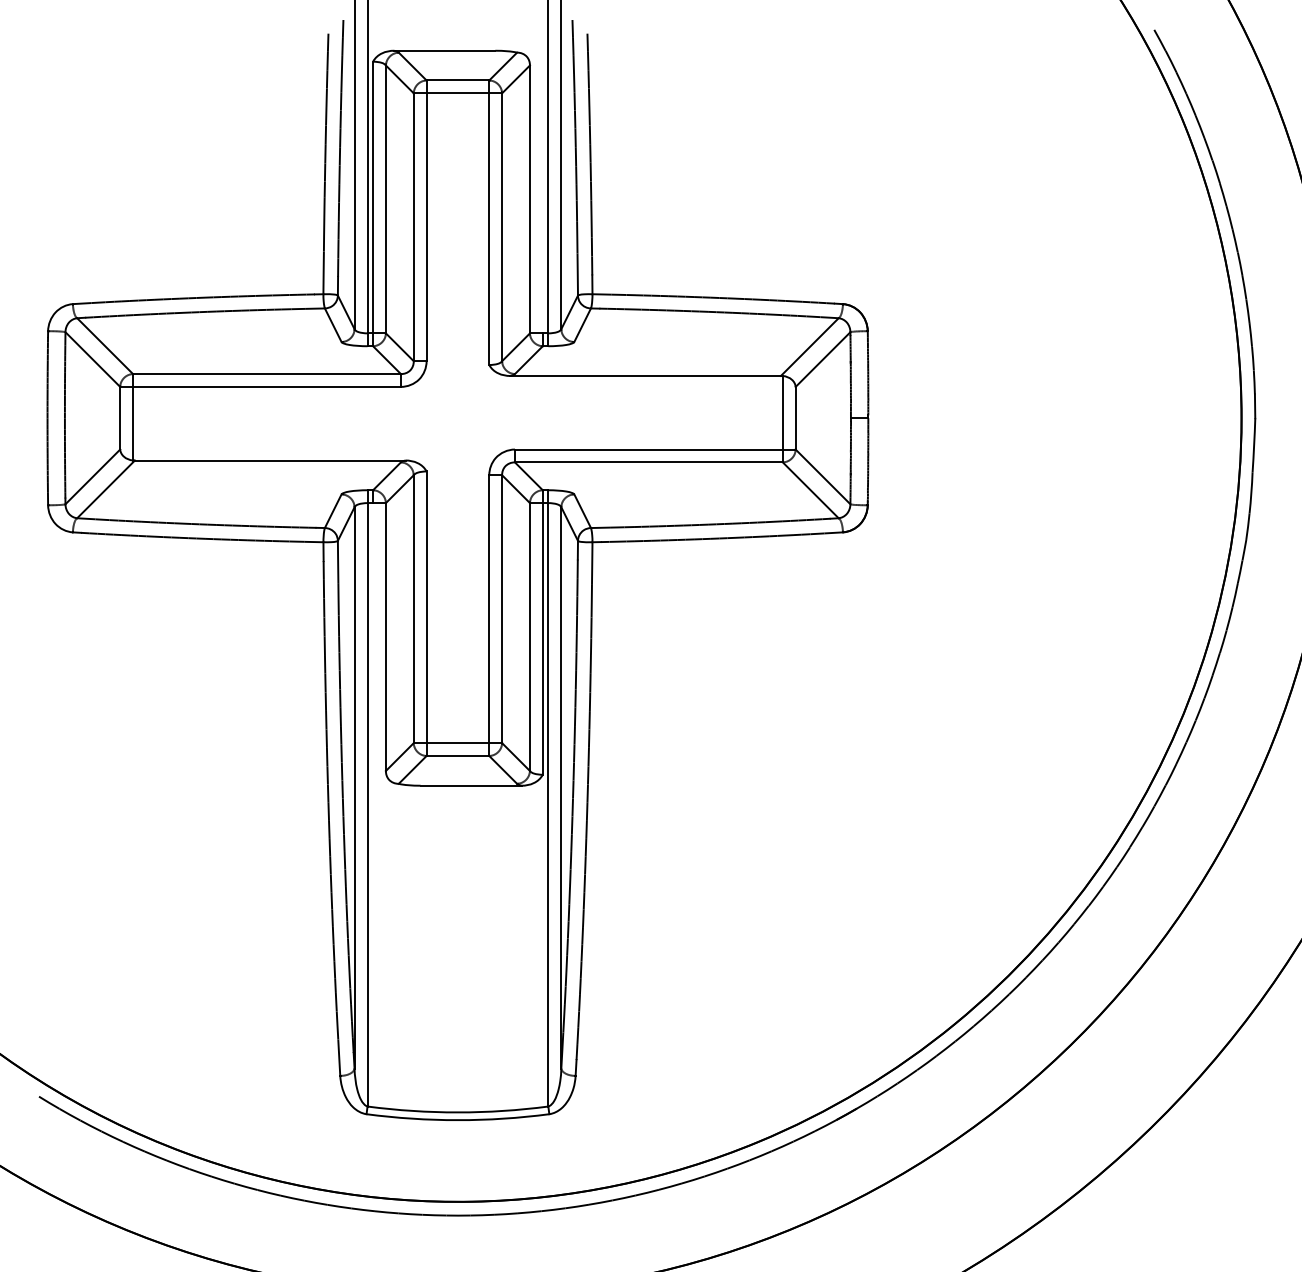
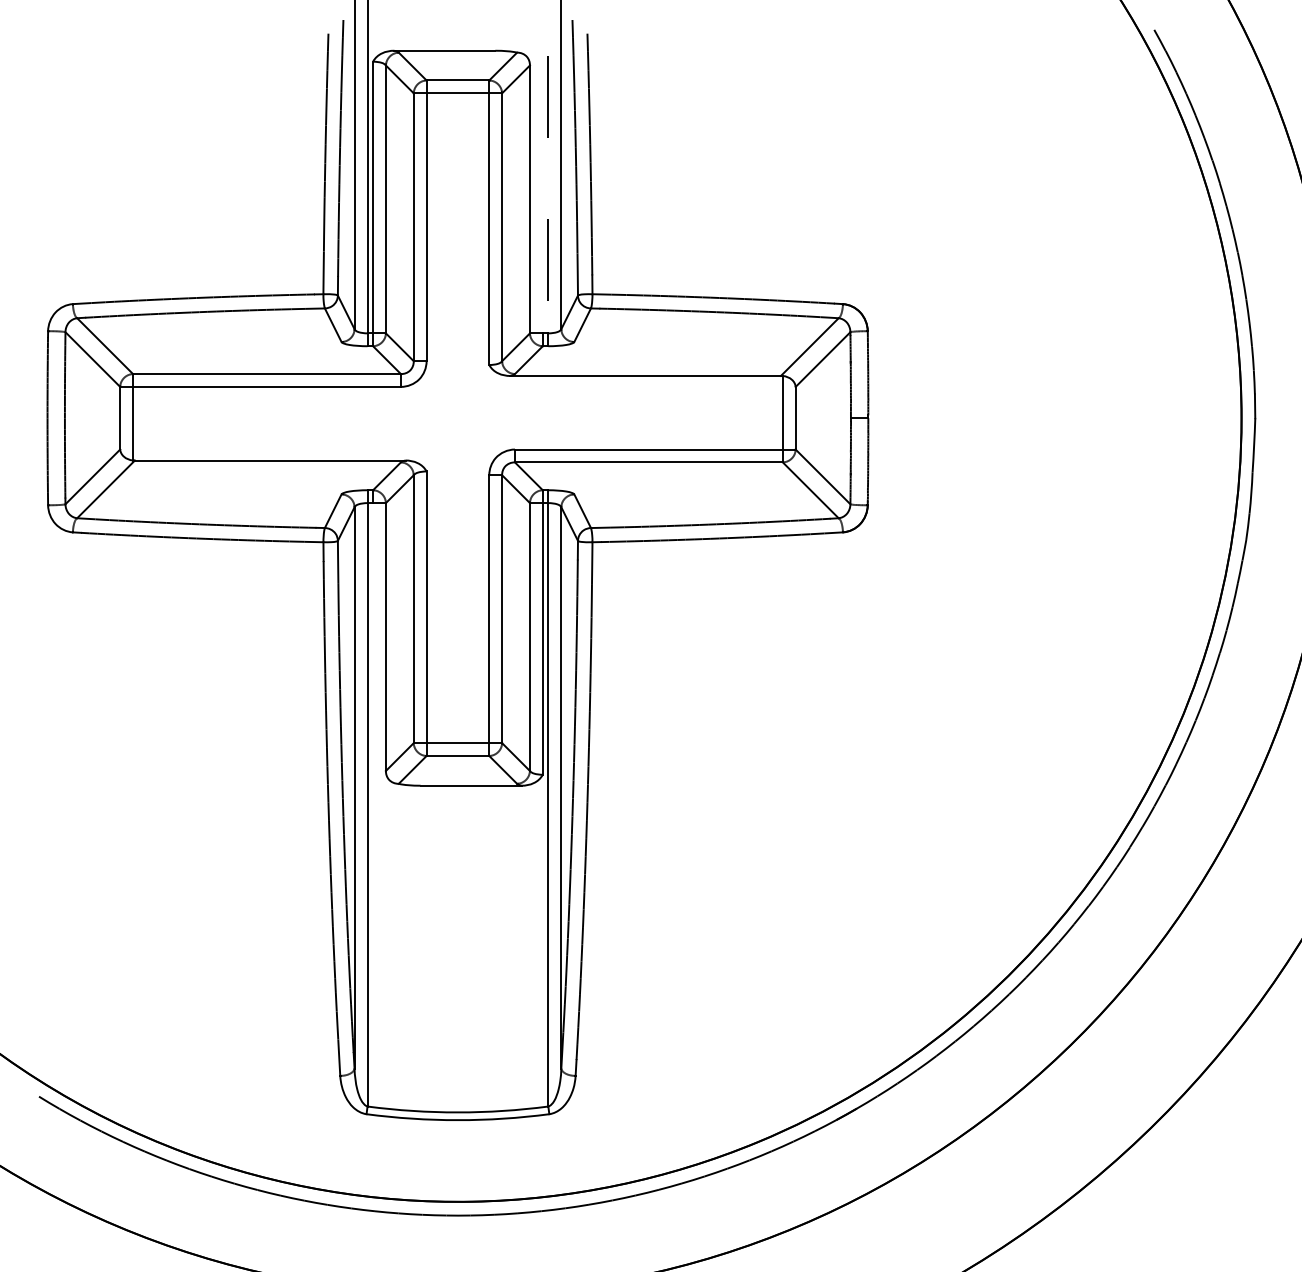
line at (548, 167): solid -> dashed
